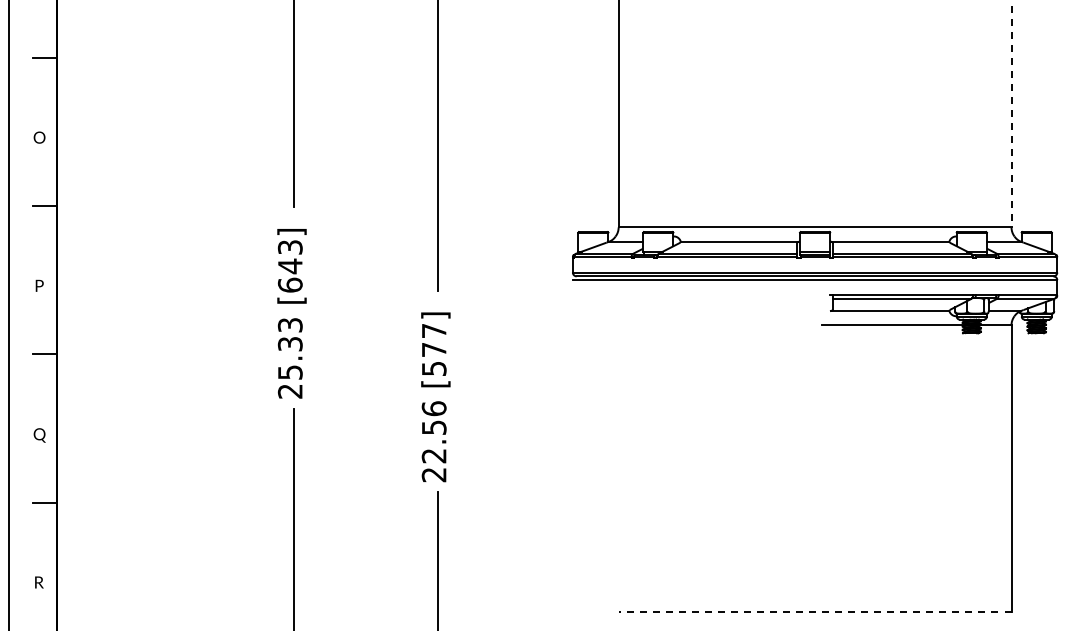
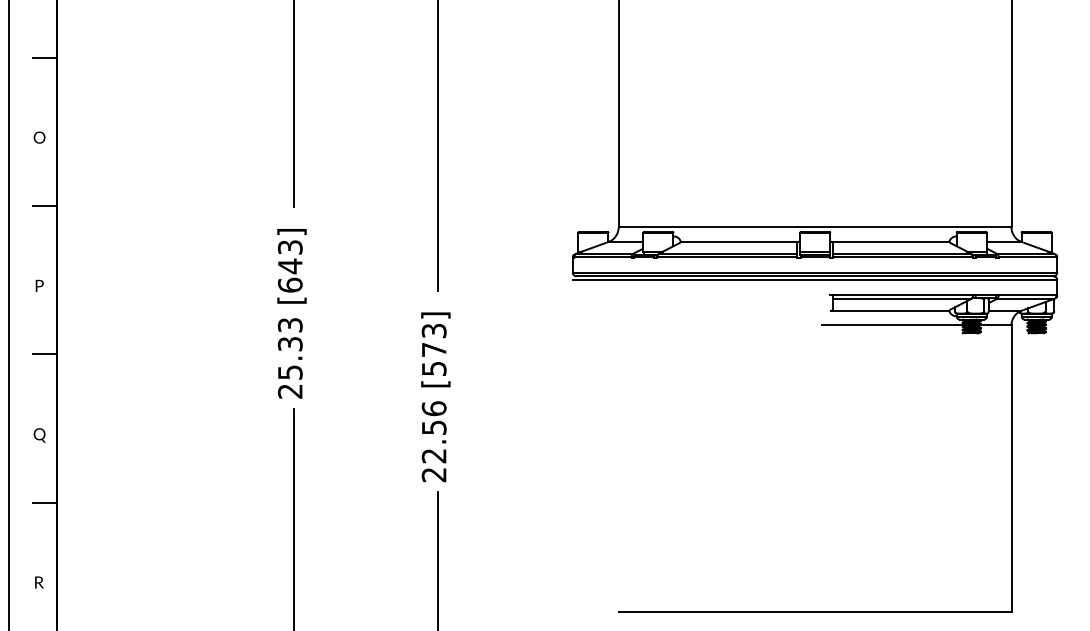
line at (1011, 114): dashed -> solid
text at (433, 331): [577] -> [573]
line at (814, 611): dashed -> solid
